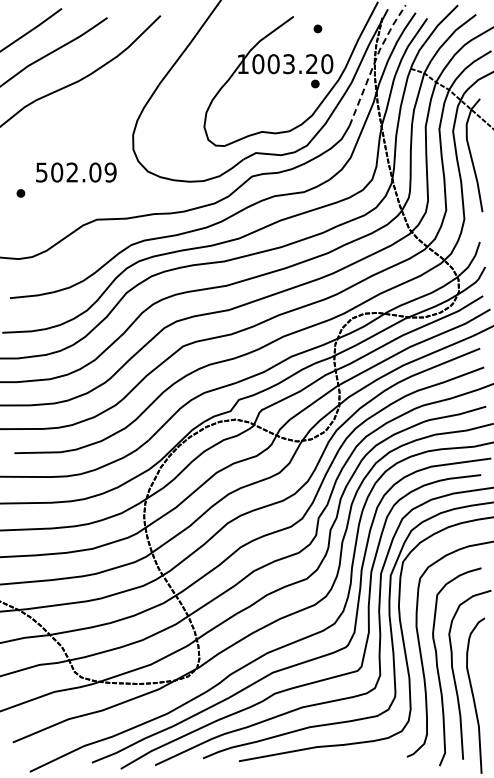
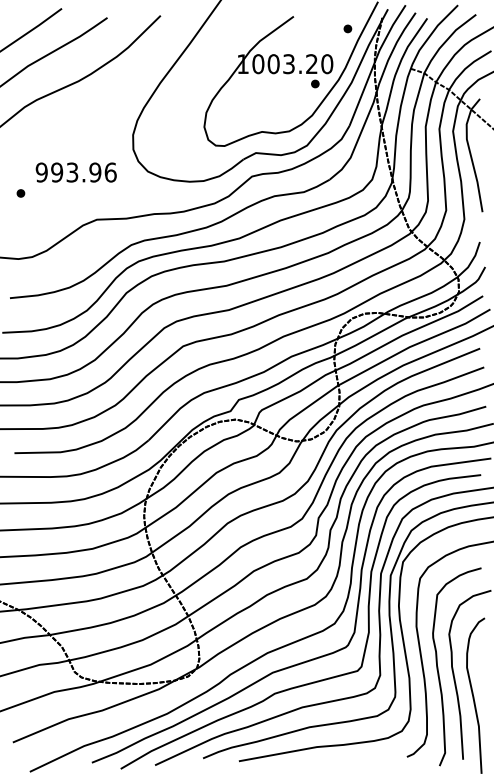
part at (317, 28) position: (317, 28) -> (347, 28)
line at (374, 62): dashed -> solid
text at (75, 172): 502.09 -> 993.96
